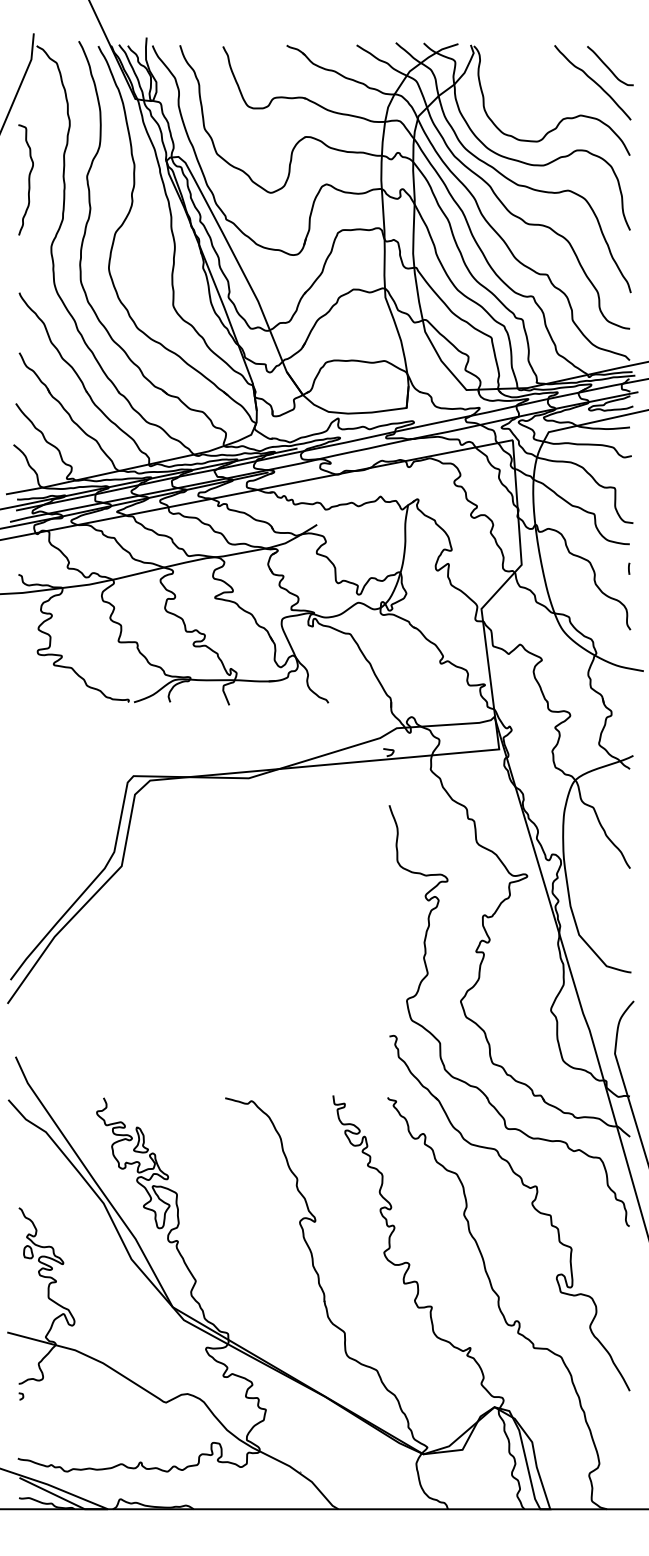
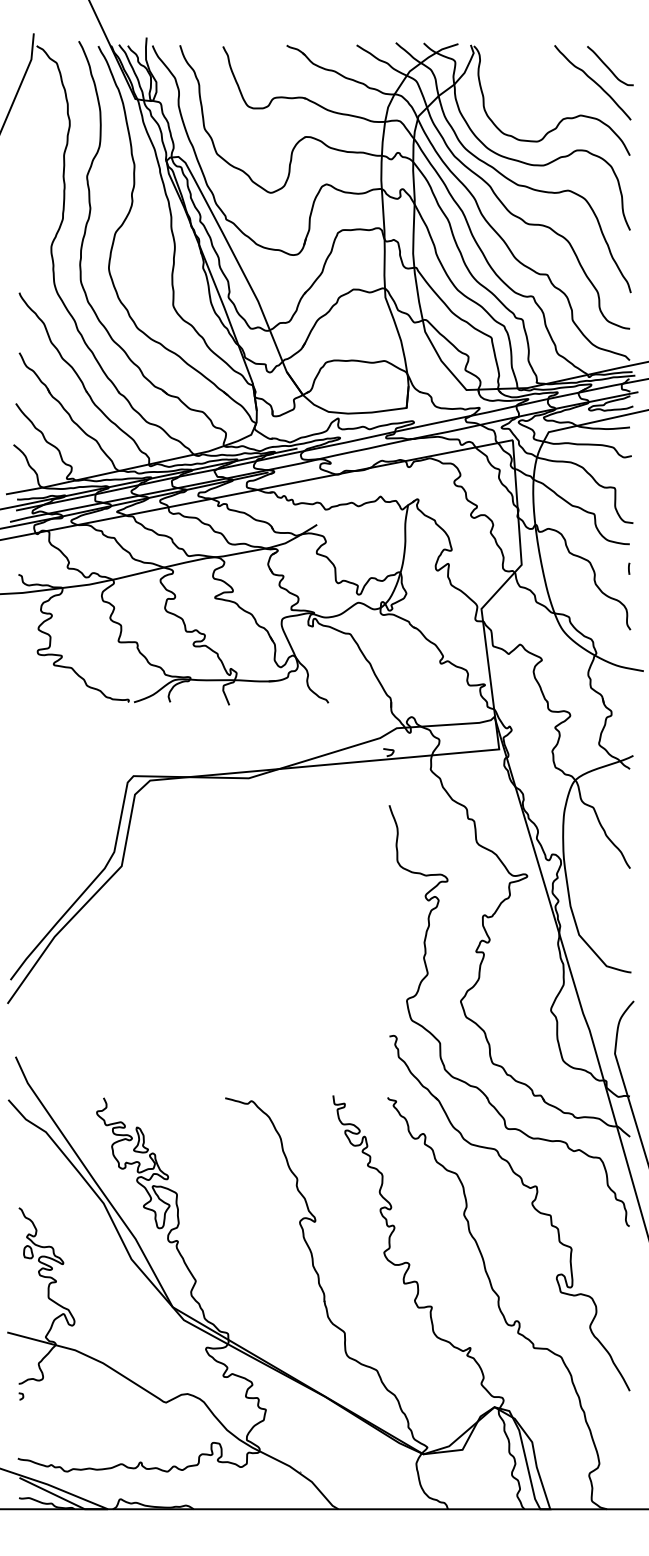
curve at (28, 179): present -> none
